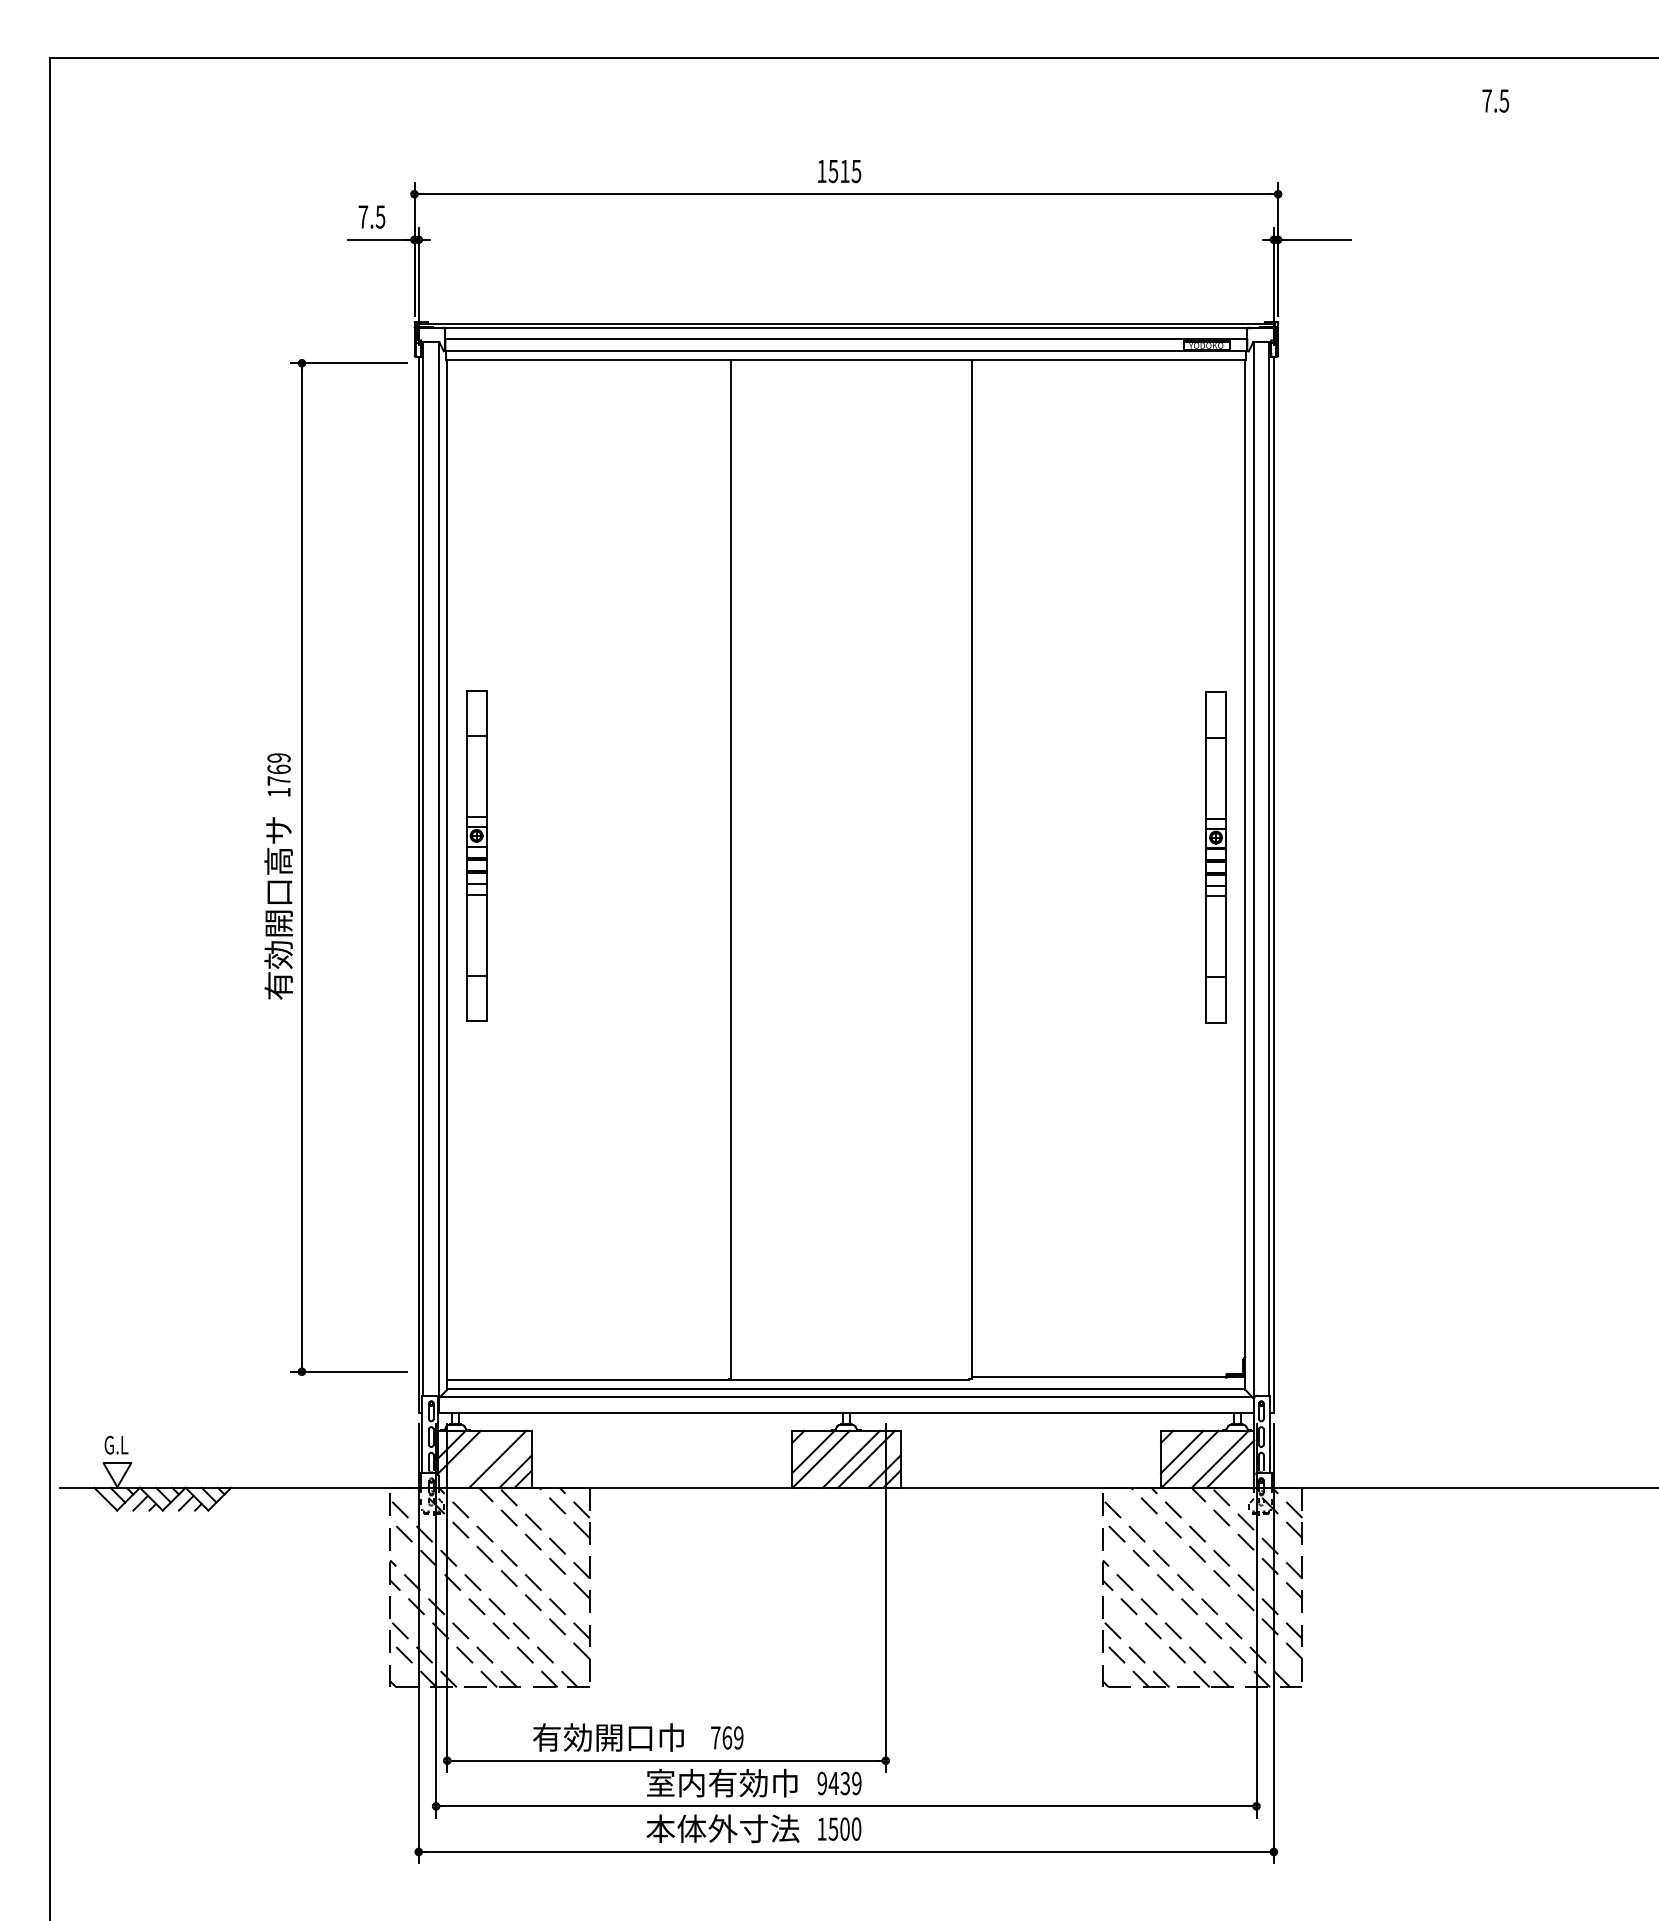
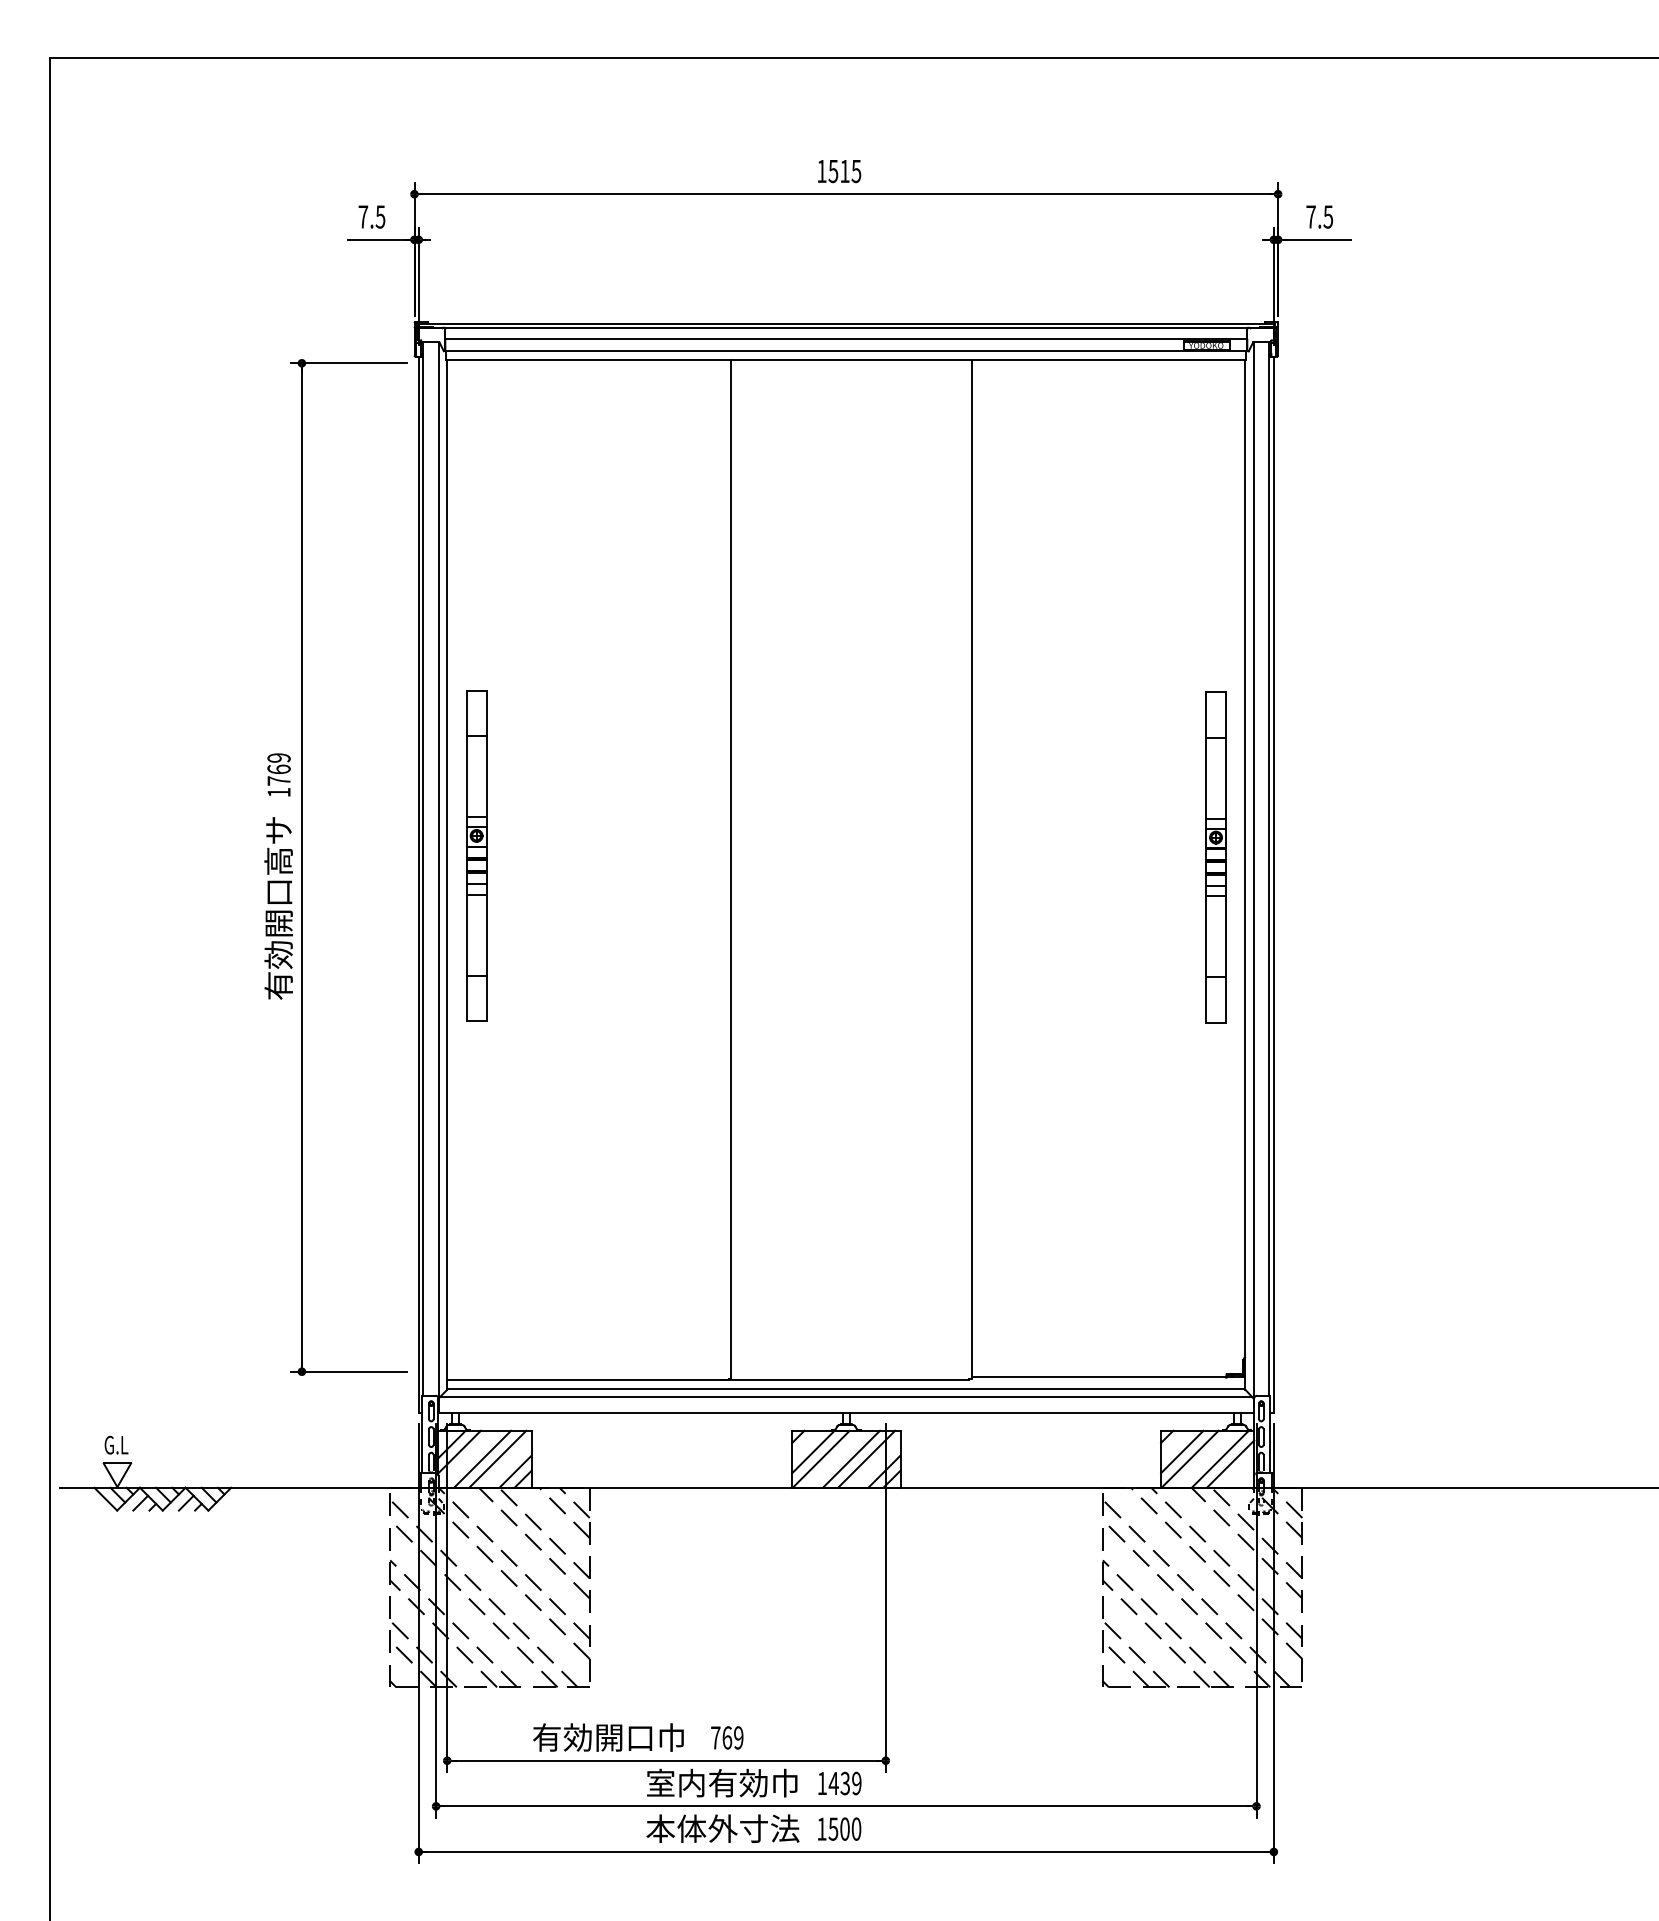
text at (1495, 100) position: (1495, 100) -> (1319, 216)
line at (482, 1458): none -> present
text at (821, 1783): 9439 -> 1439
